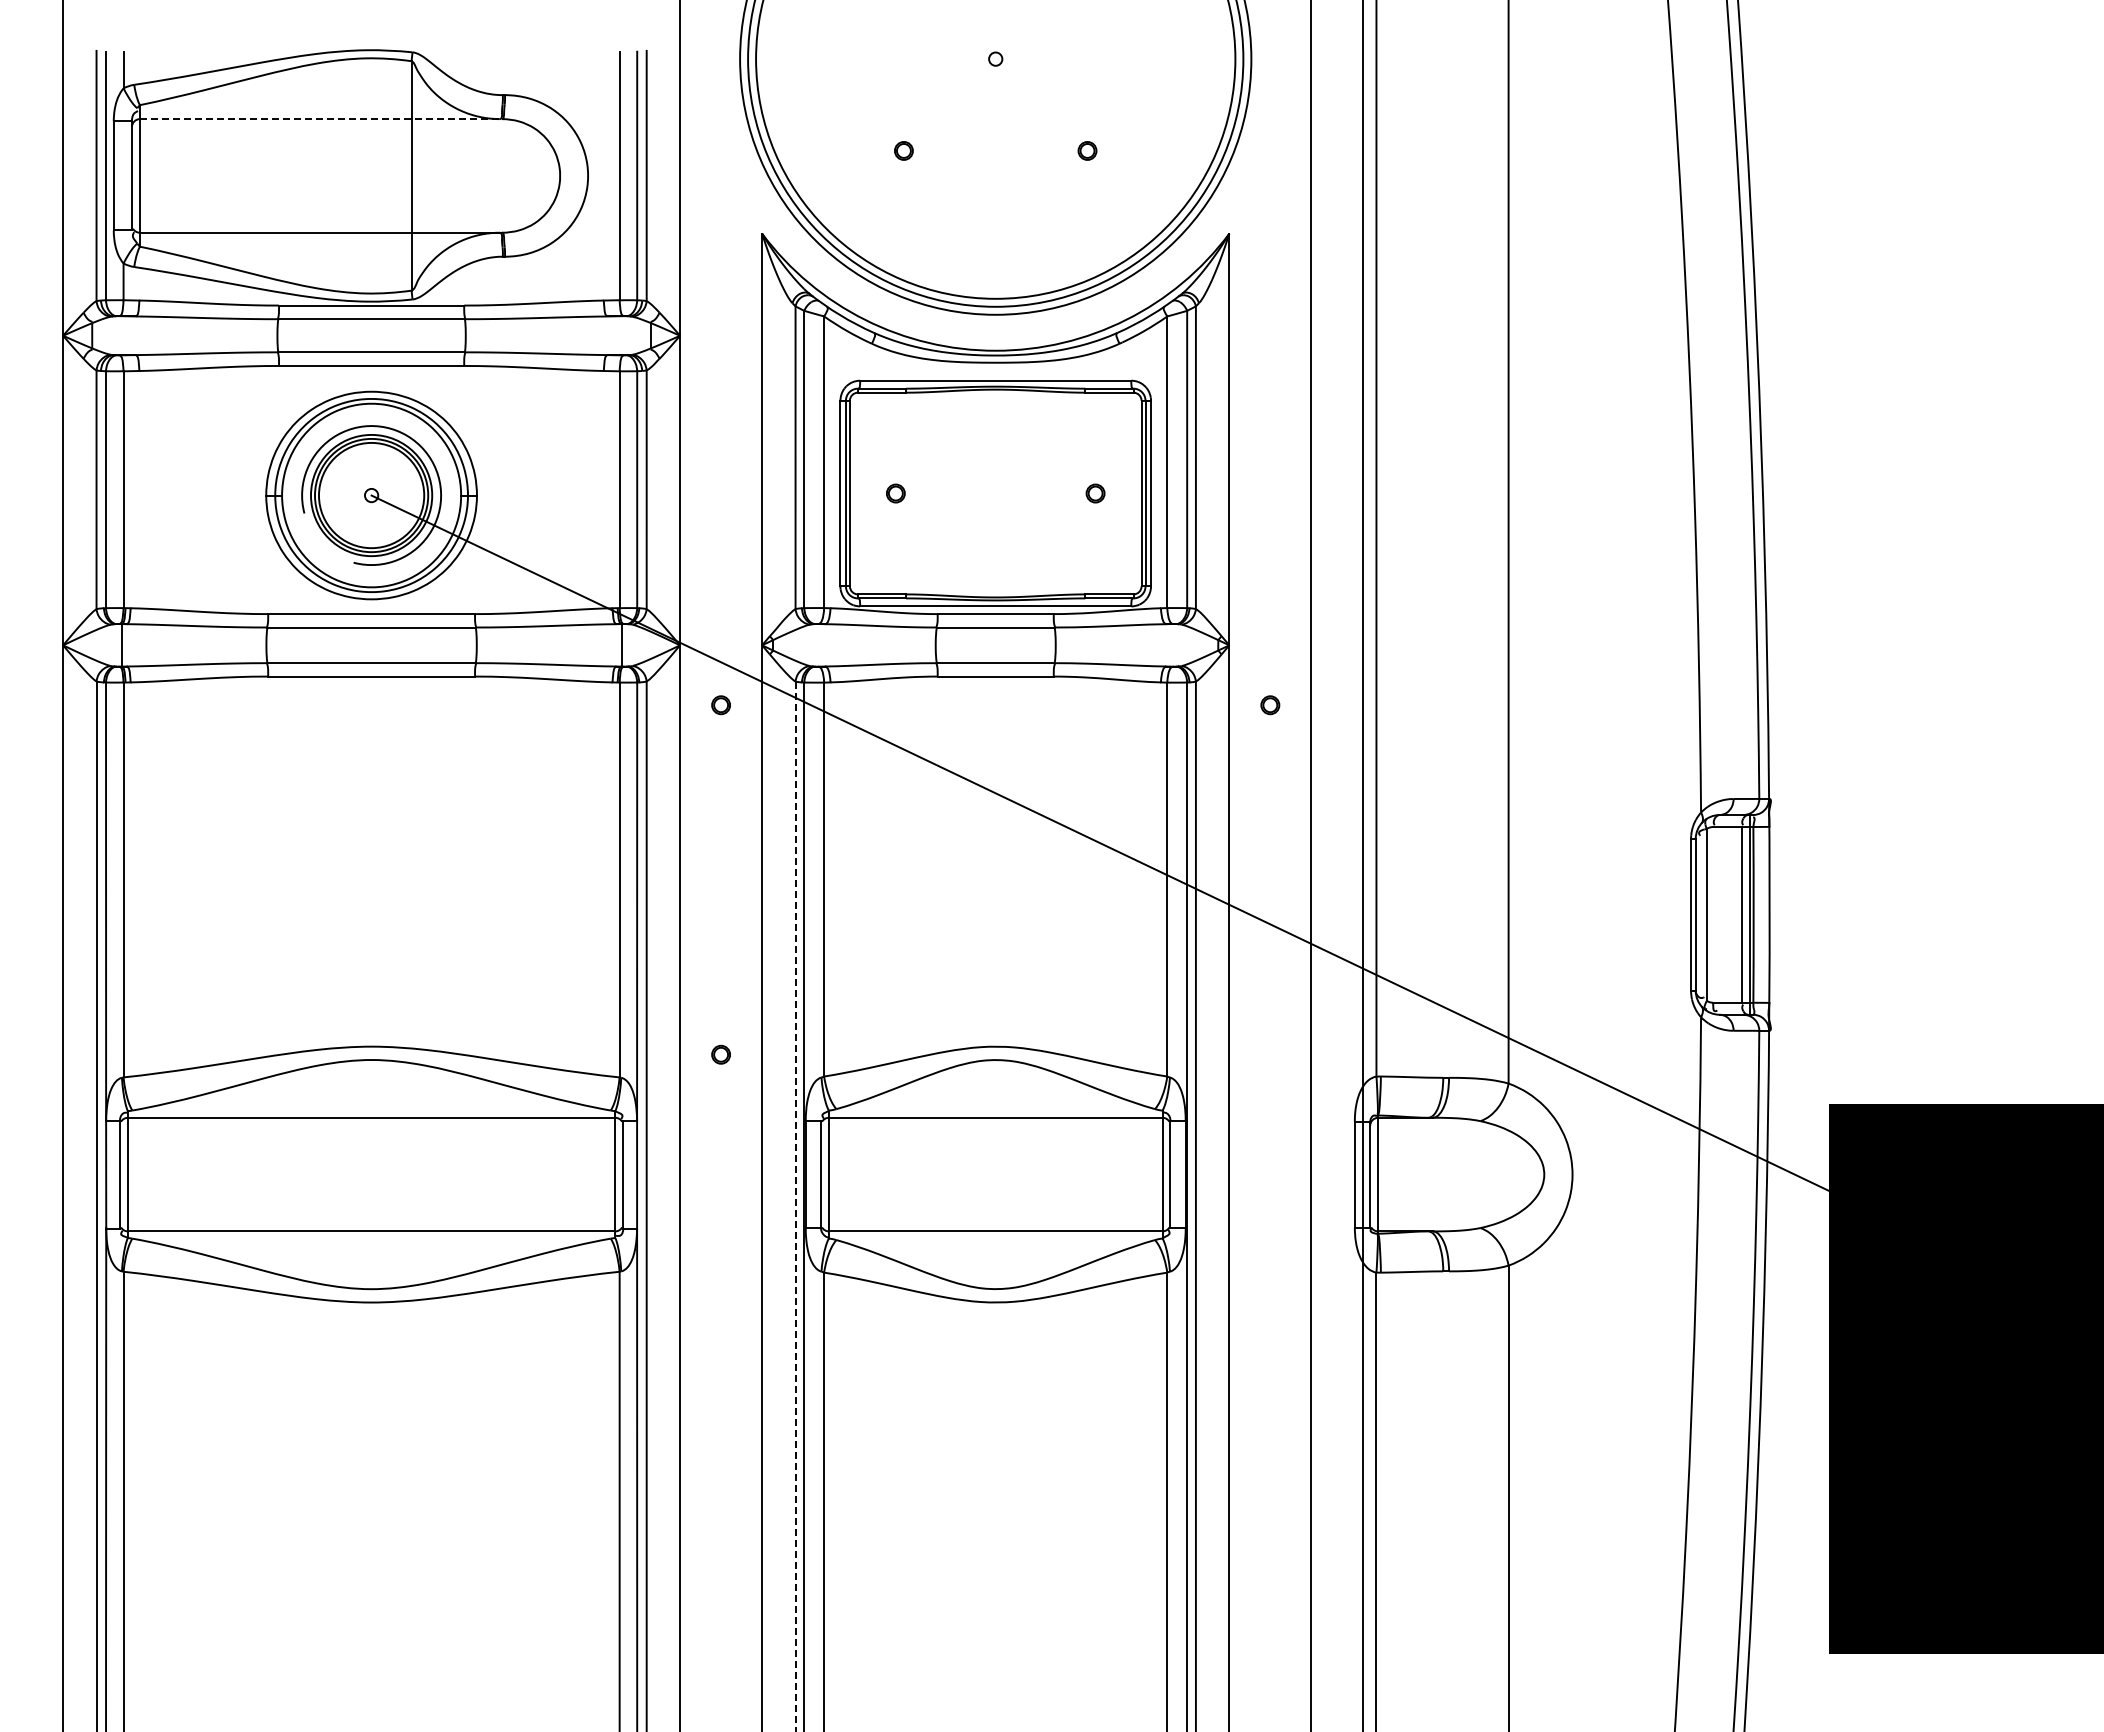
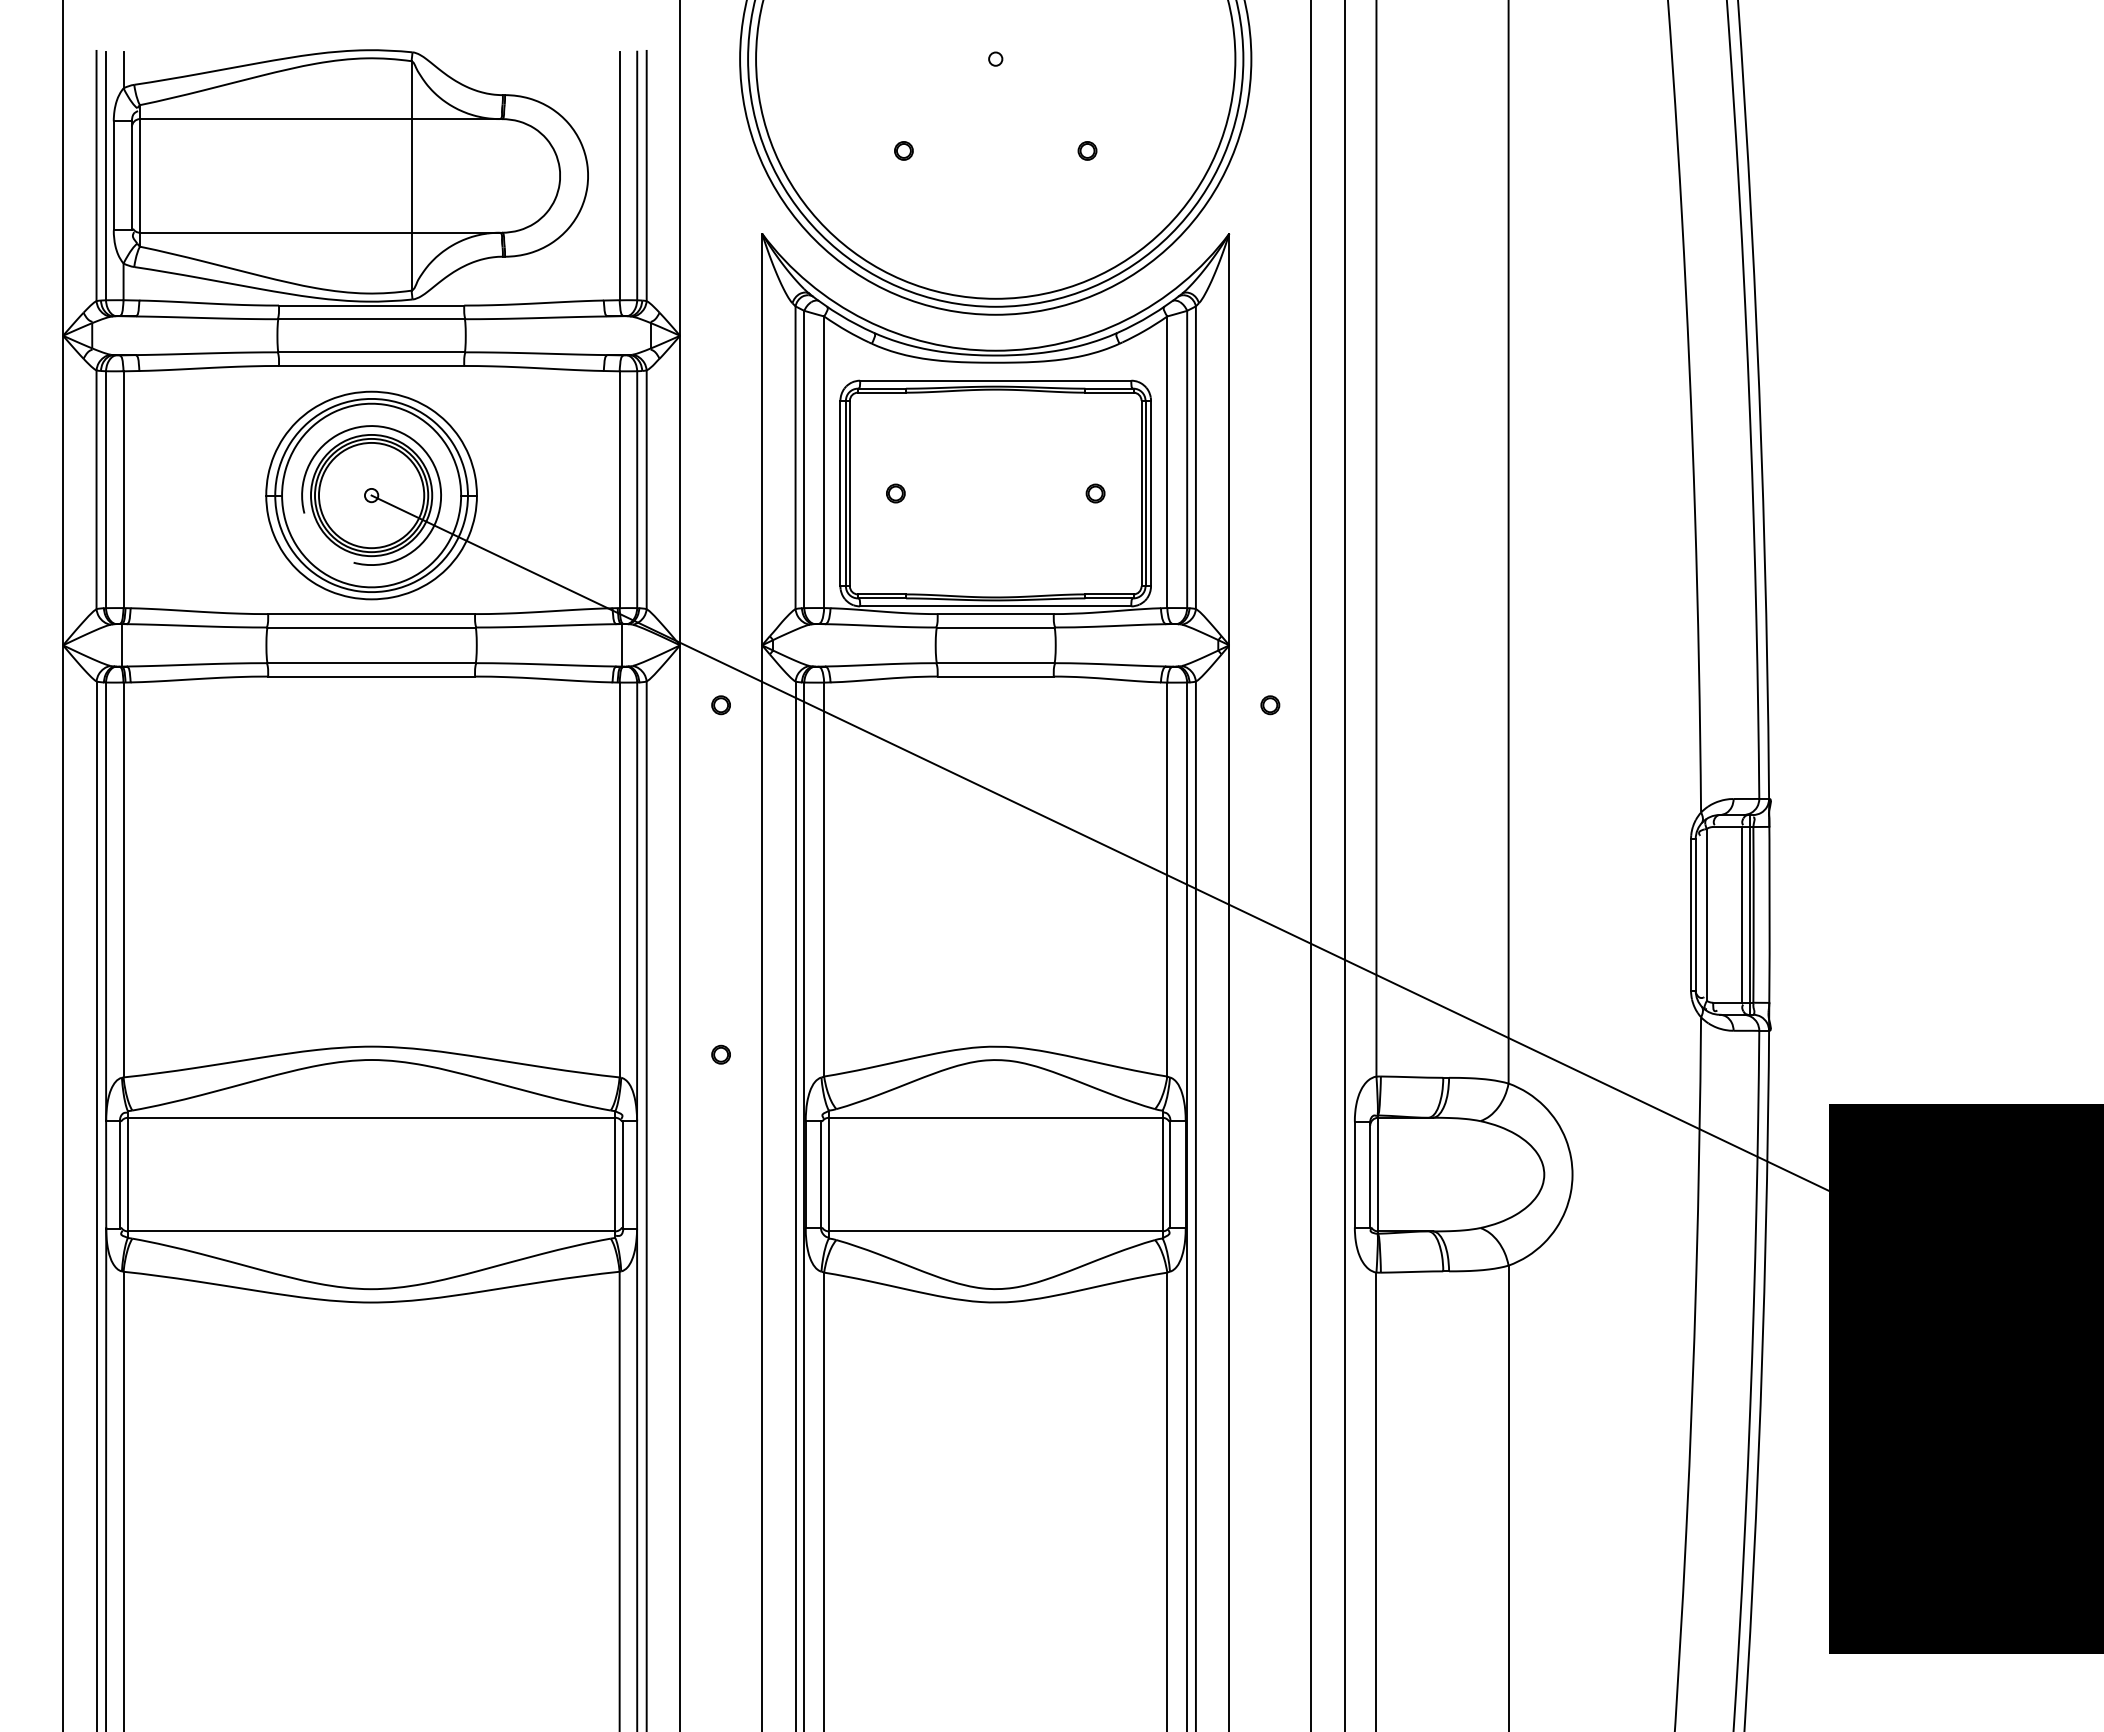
line at (320, 119): dashed -> solid
line at (1362, 865) position: (1362, 865) -> (1344, 865)
line at (795, 1206): dashed -> solid
